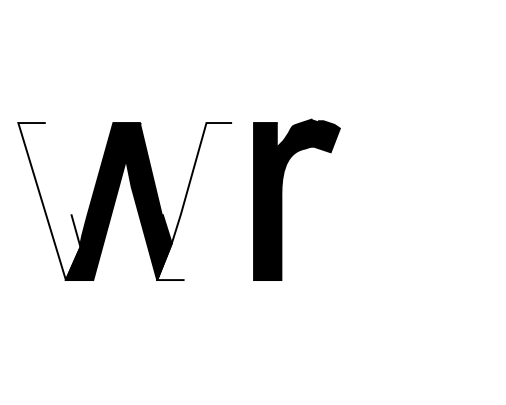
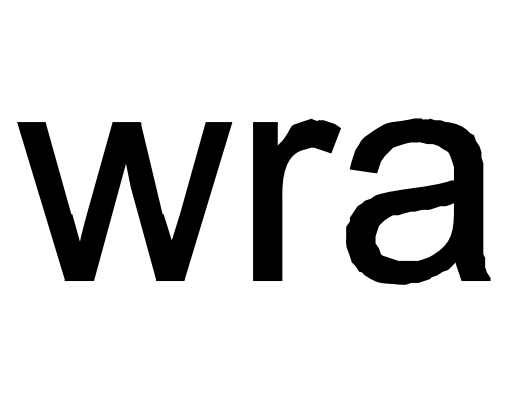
fill at (49, 201): none -> present
fill at (194, 201): none -> present
part at (418, 201): none -> present
